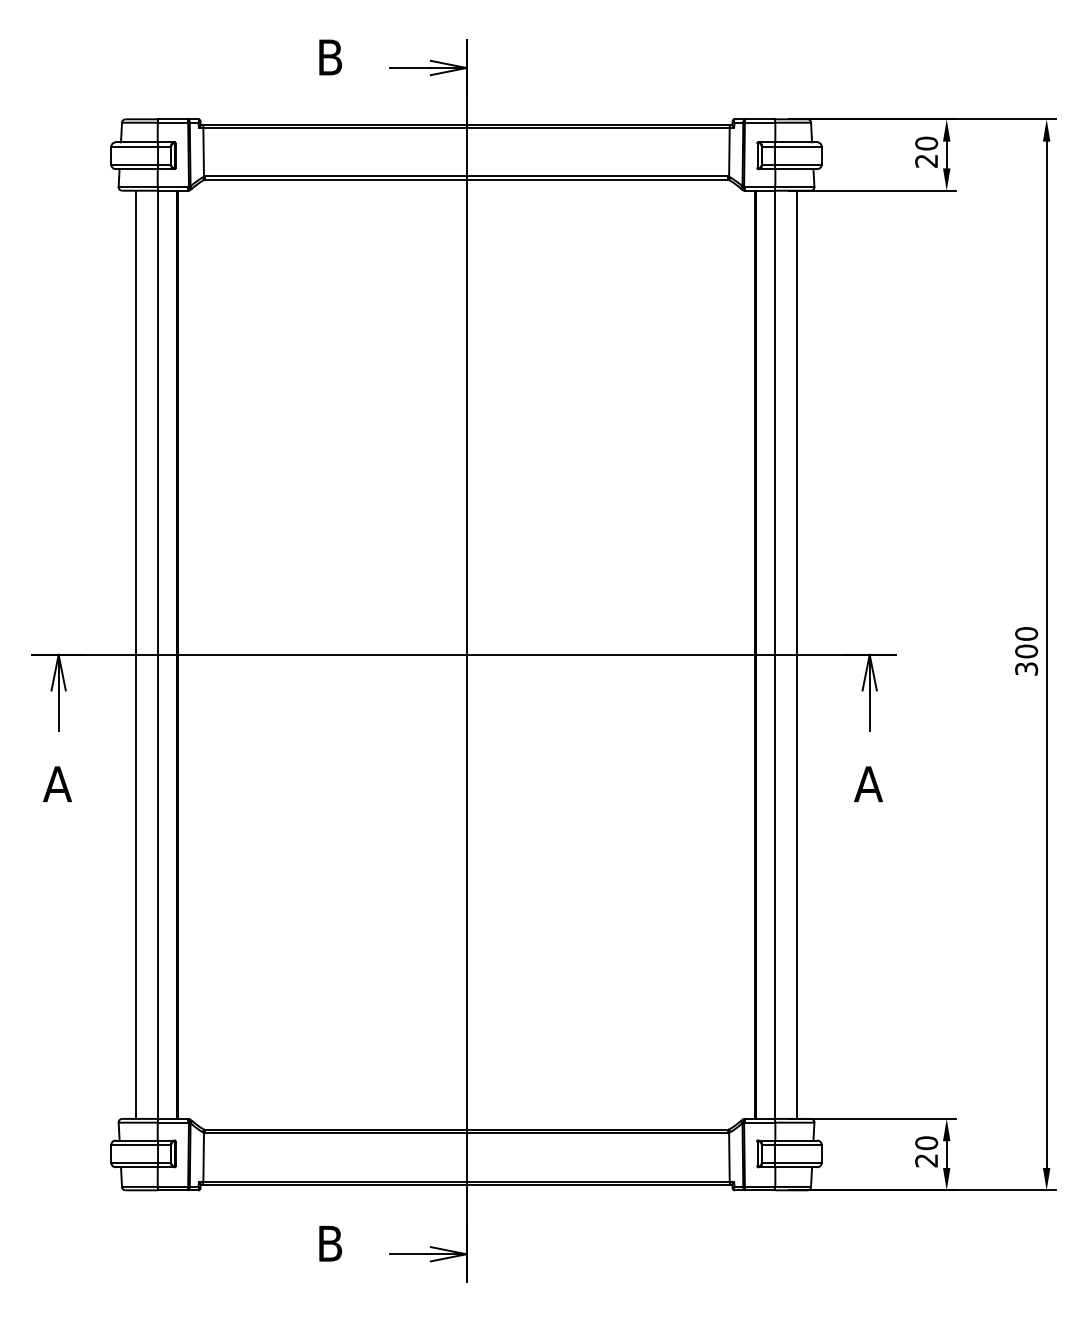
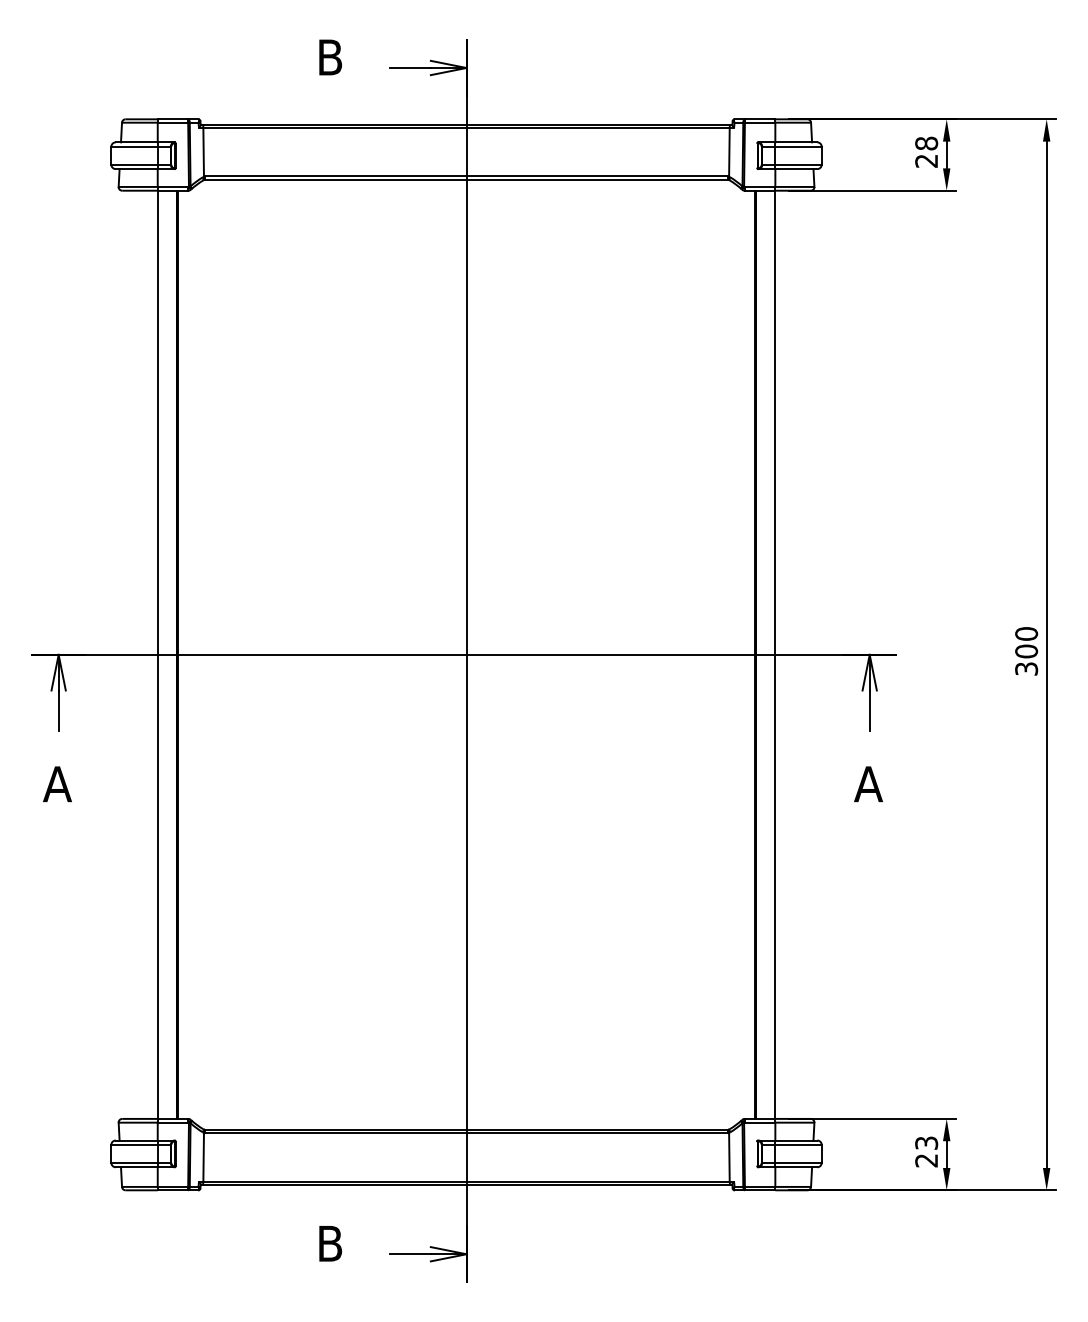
text at (926, 143): 20 -> 28
line at (136, 654): present -> none
line at (796, 654): present -> none
text at (926, 1143): 20 -> 23
